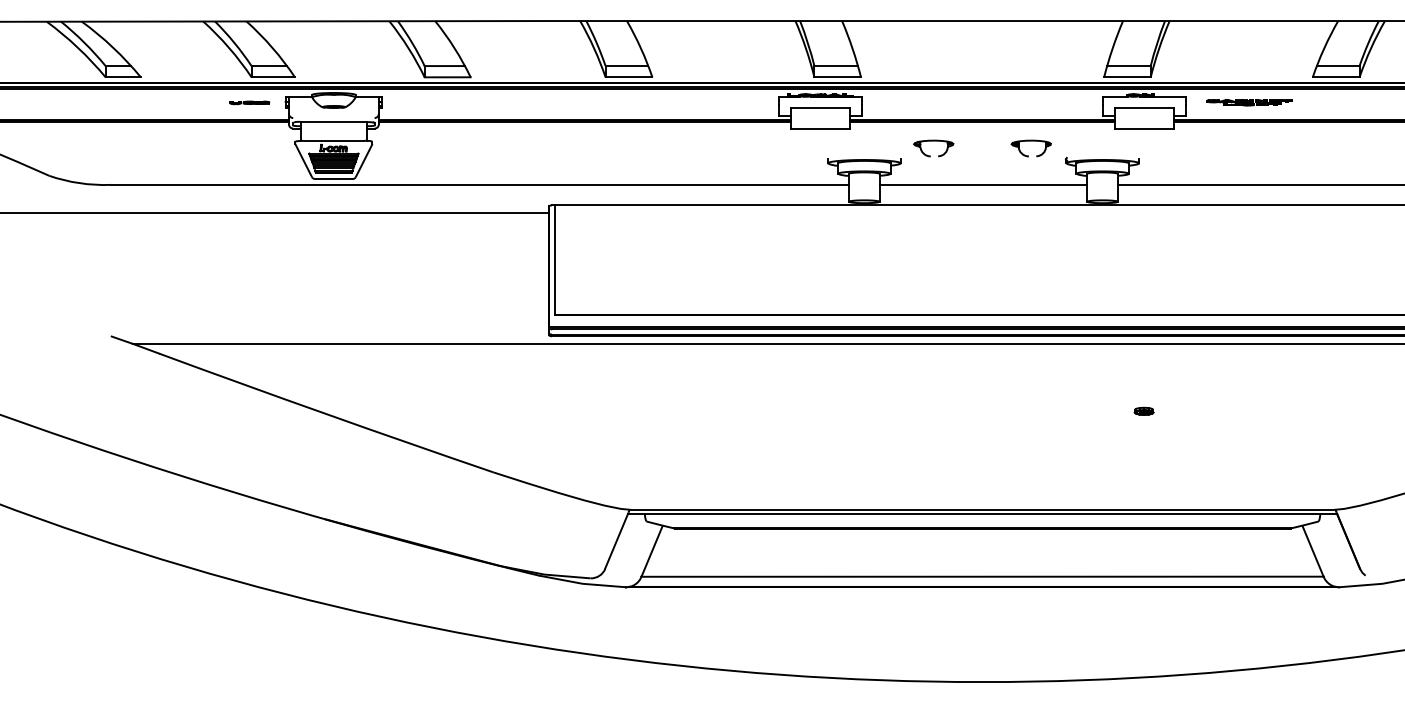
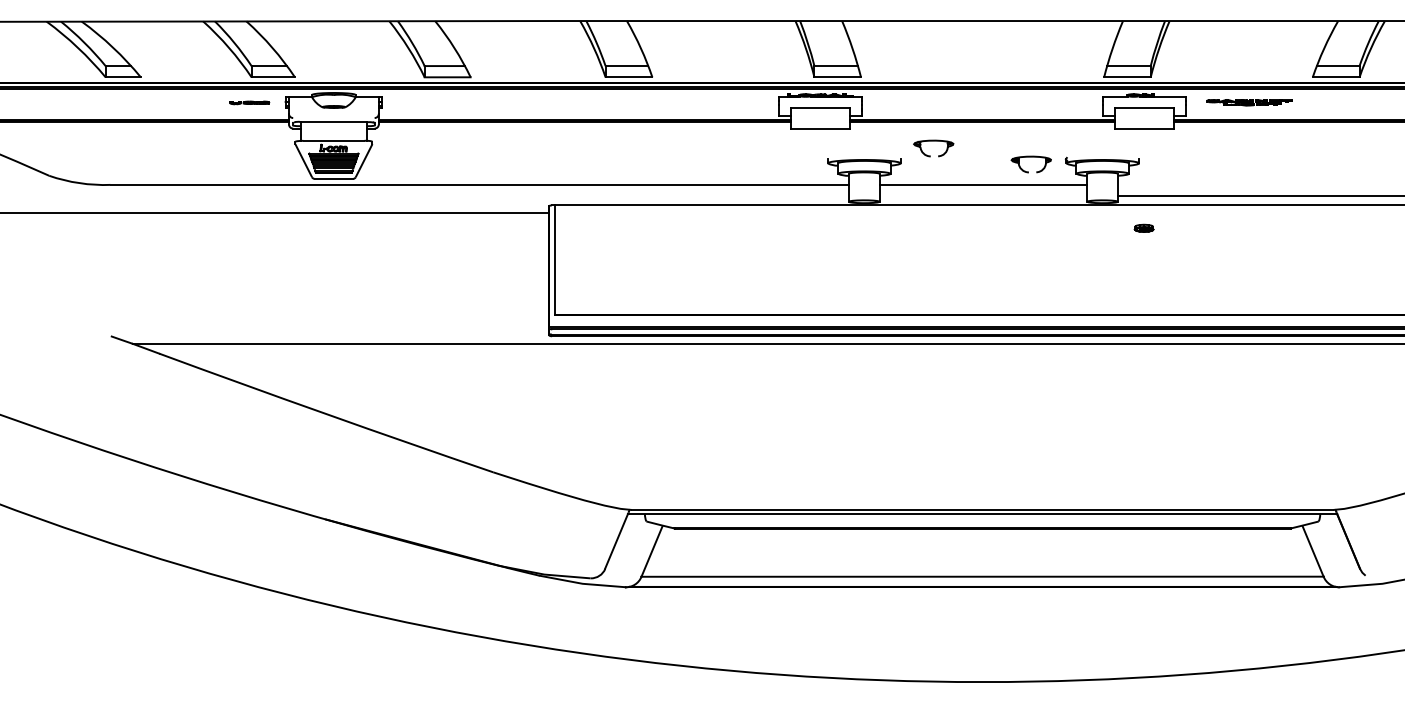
part at (1030, 141) position: (1030, 141) -> (1030, 157)
line at (1259, 184) position: (1259, 184) -> (1259, 195)
part at (1143, 410) position: (1143, 410) -> (1143, 227)
